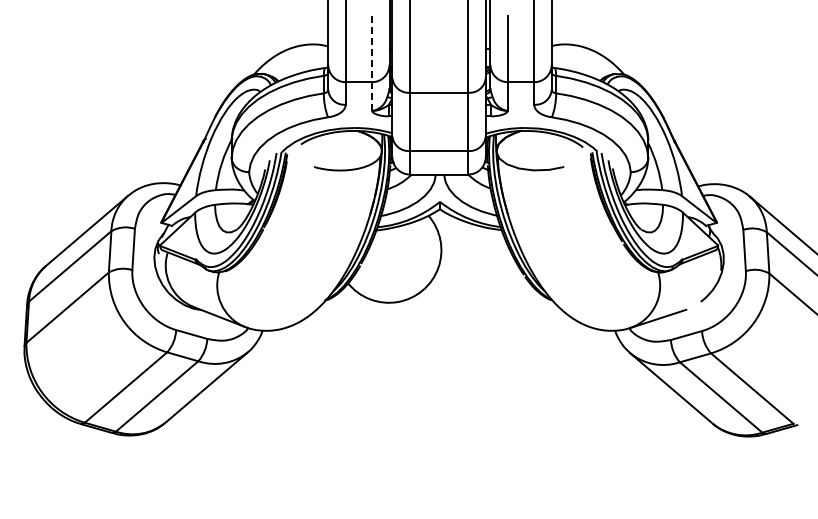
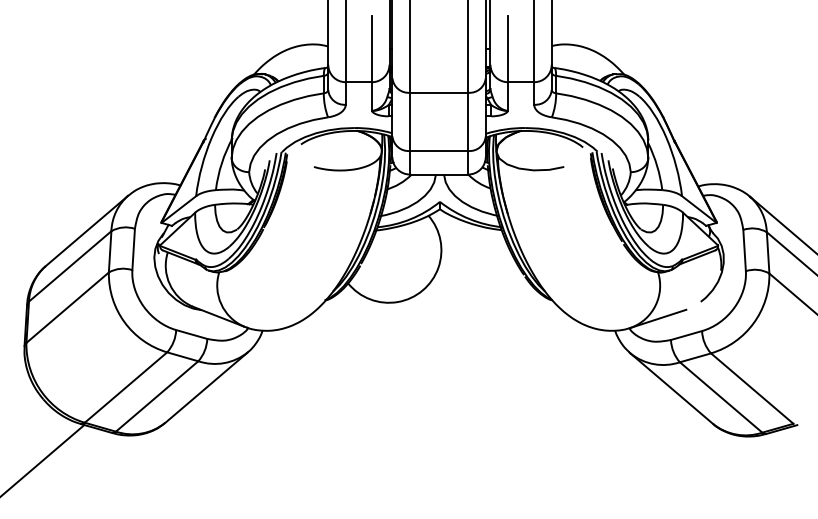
line at (372, 63): dashed -> solid
line at (43, 460): none -> present
